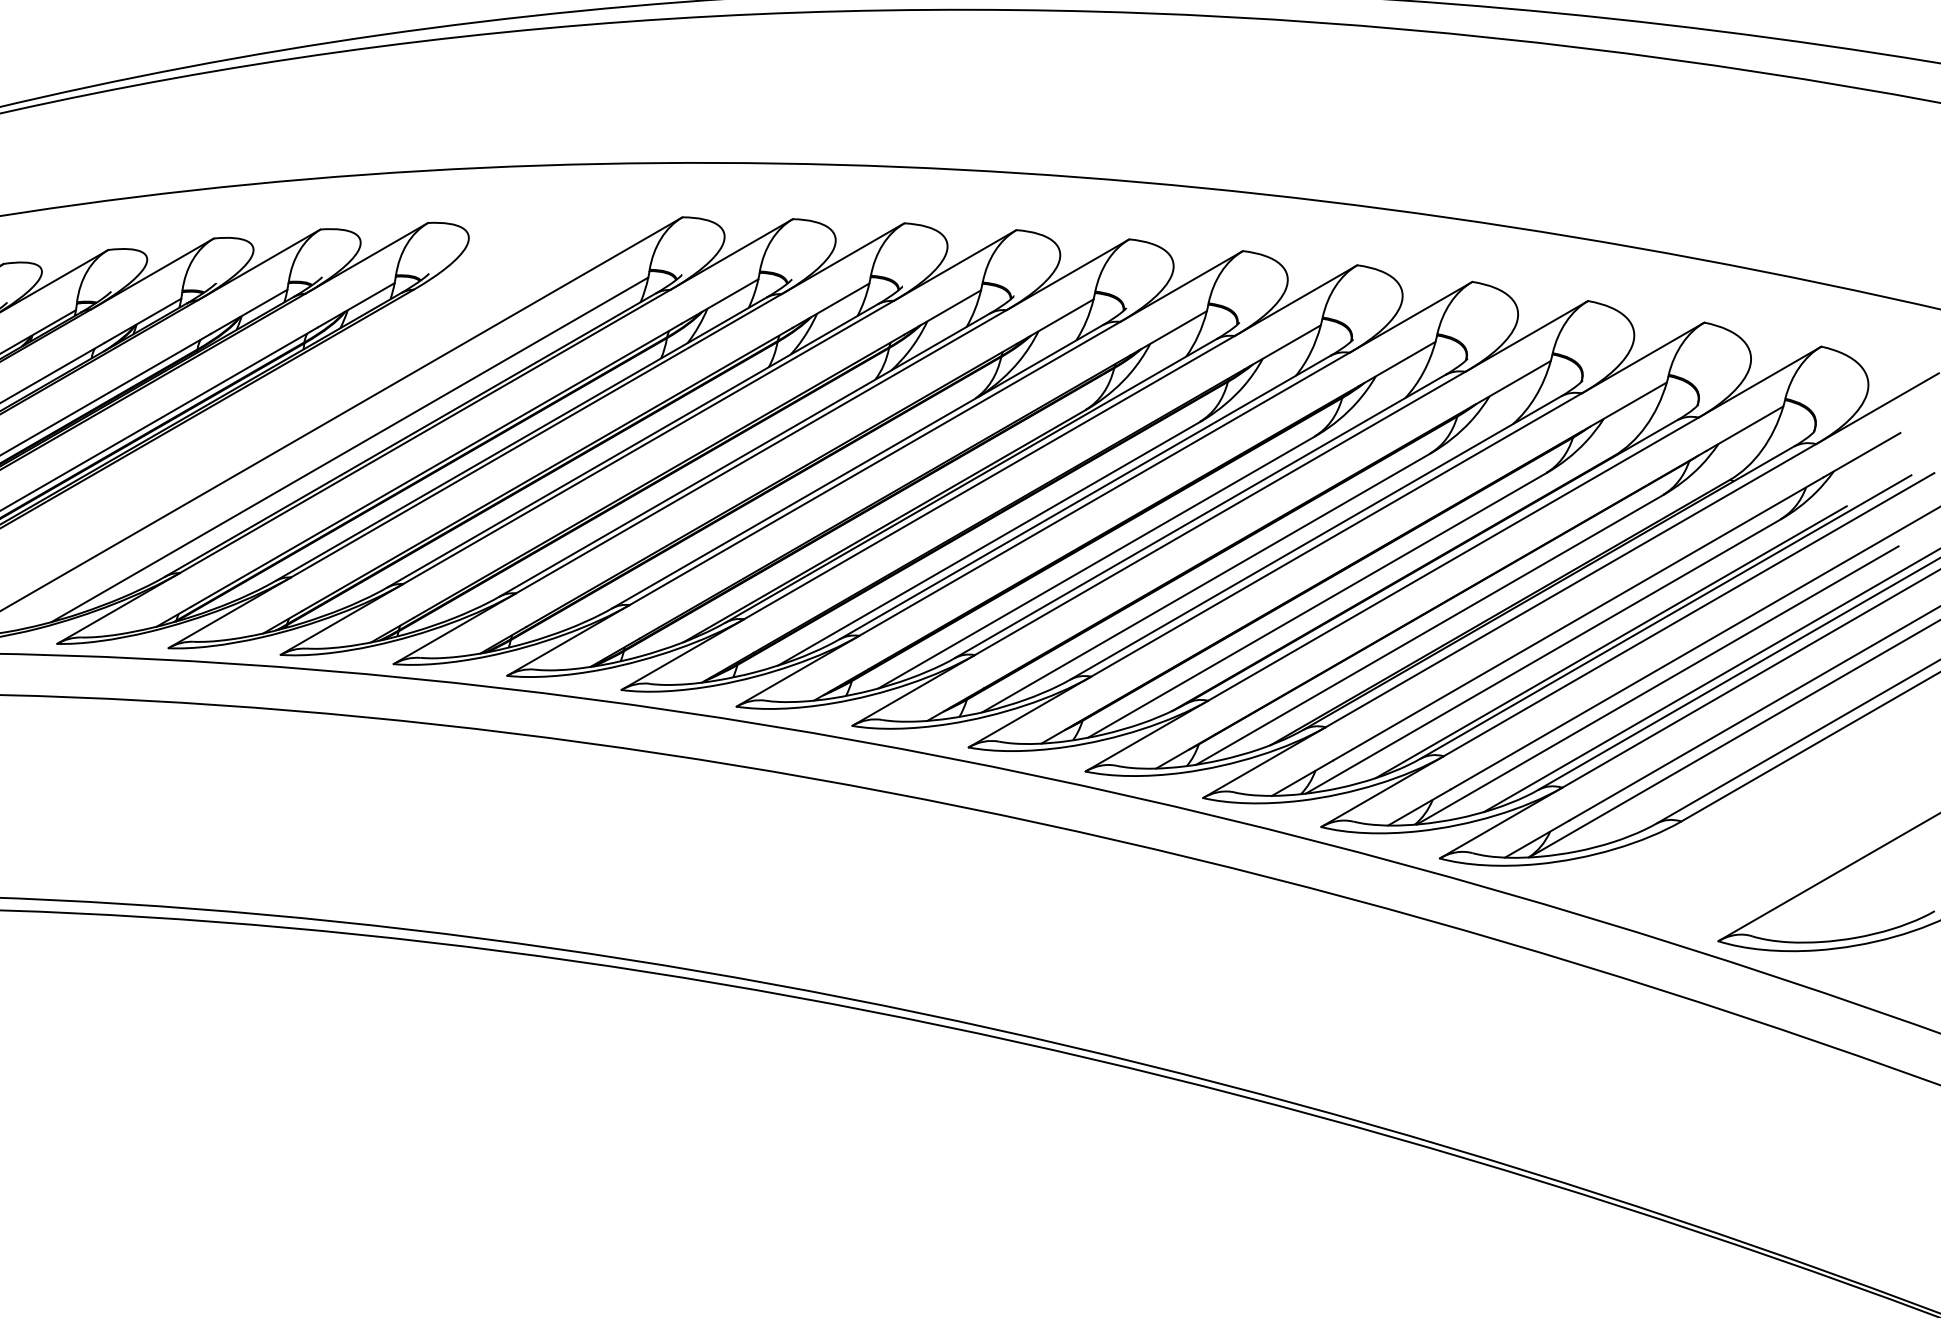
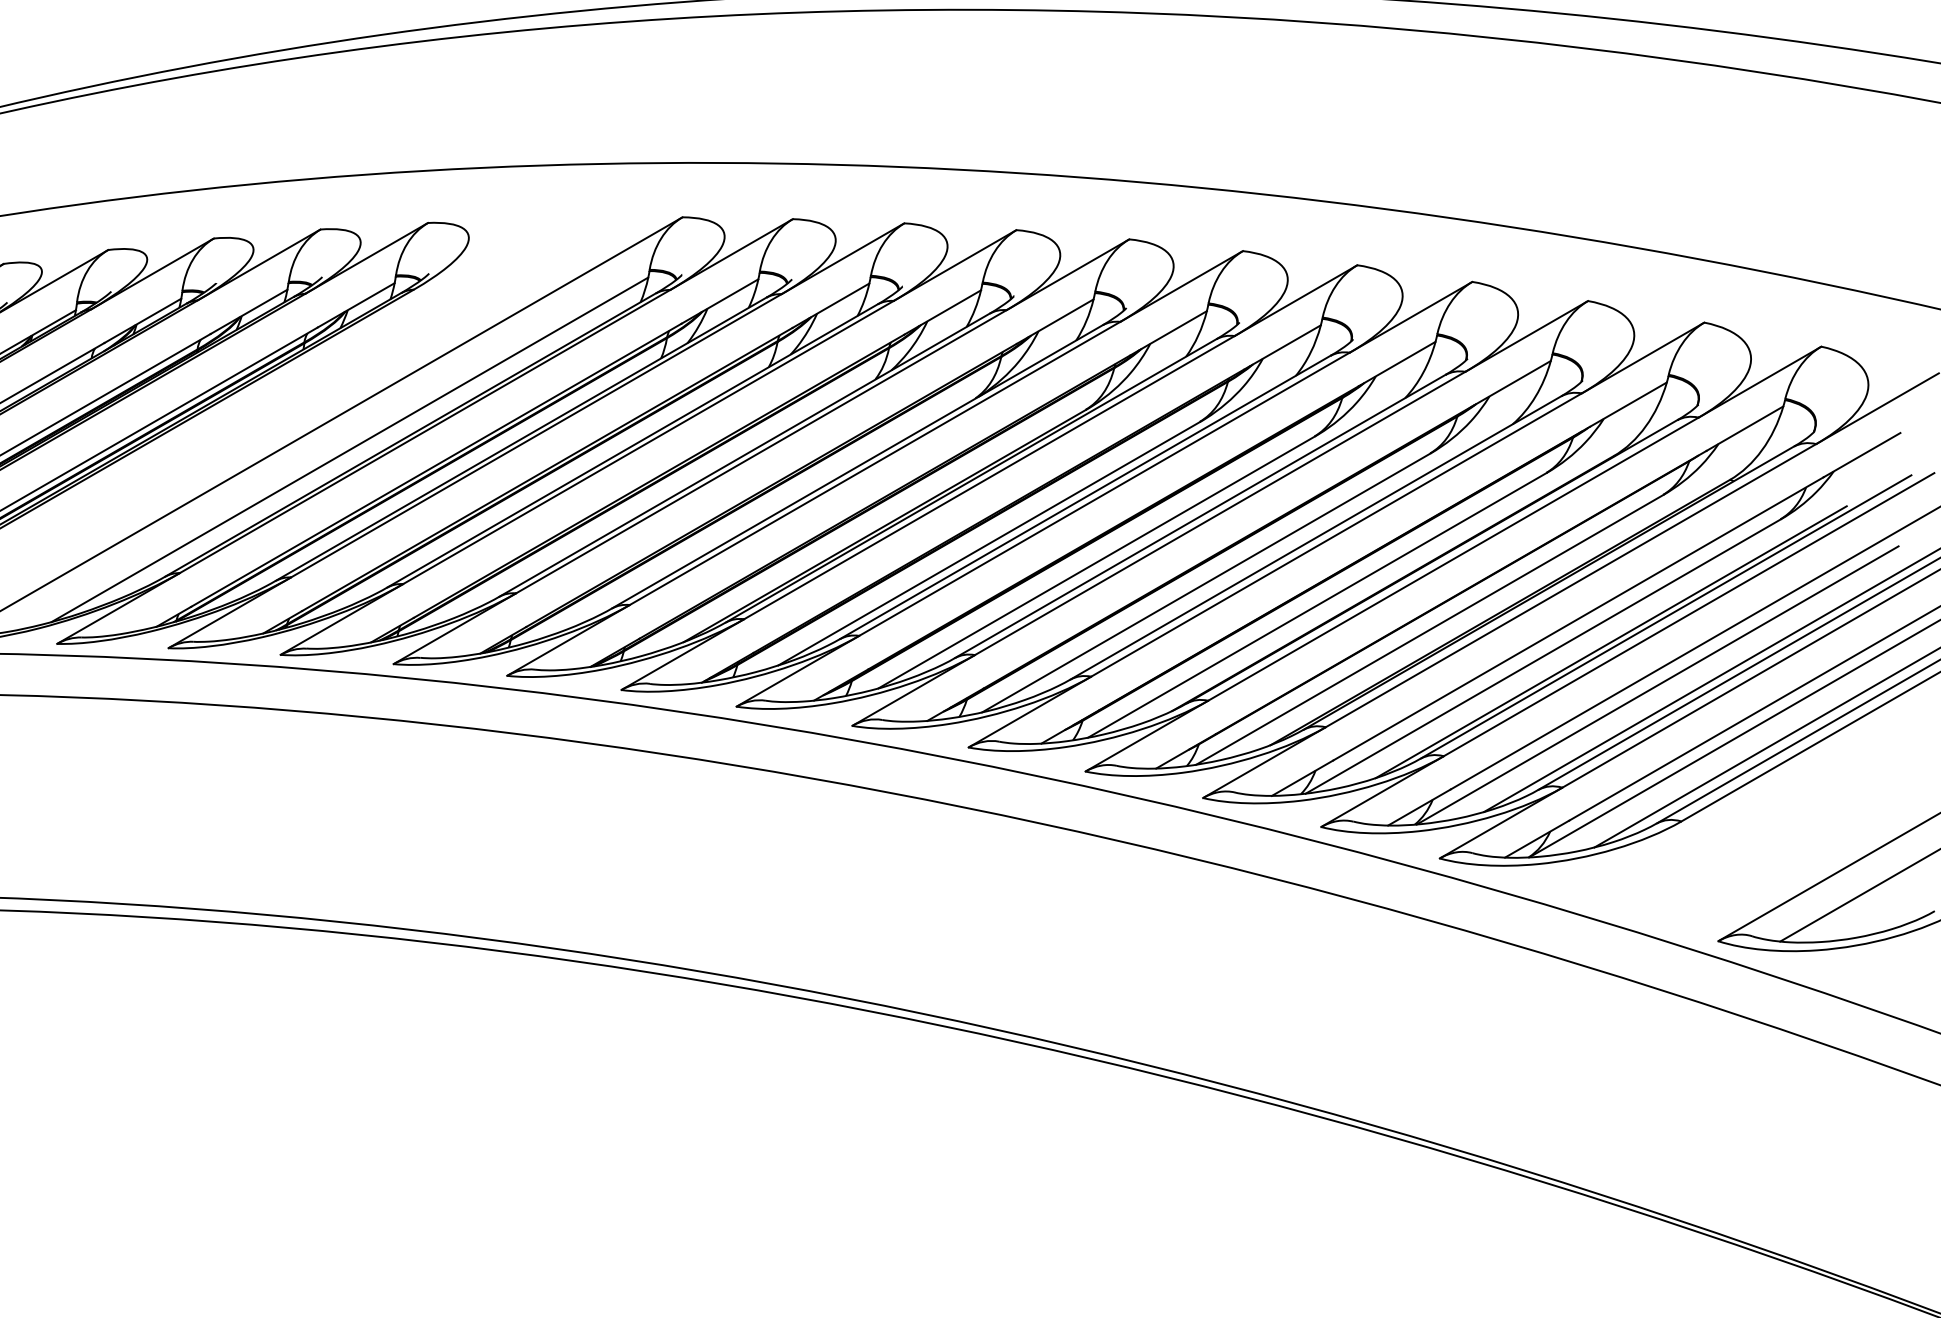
line at (1765, 748): none -> present
line at (1858, 895): none -> present
